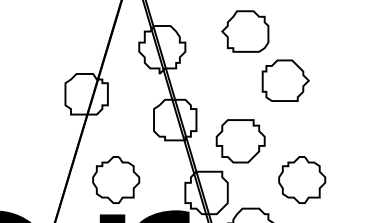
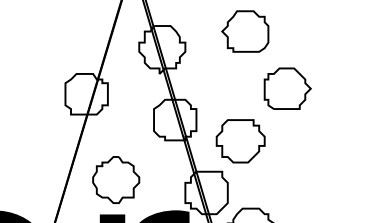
part at (285, 80) position: (285, 80) -> (287, 88)
part at (302, 179): present -> none
